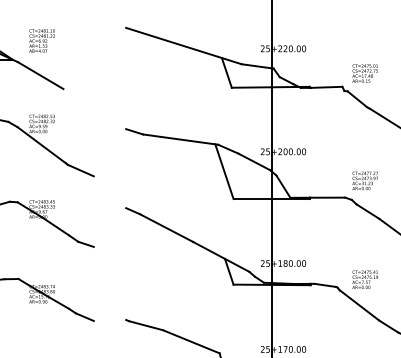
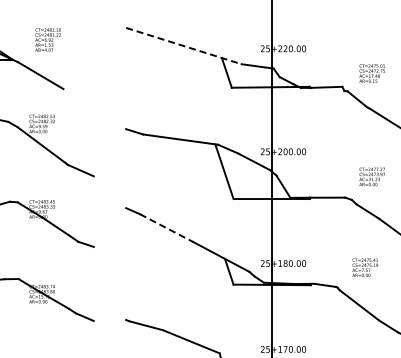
text at (41, 40) position: (41, 40) -> (47, 39)
line at (183, 46): solid -> dashed
text at (364, 73) position: (364, 73) -> (371, 73)
text at (364, 180) position: (364, 180) -> (371, 176)
line at (166, 228): solid -> dashed
text at (365, 279) position: (365, 279) -> (365, 267)
